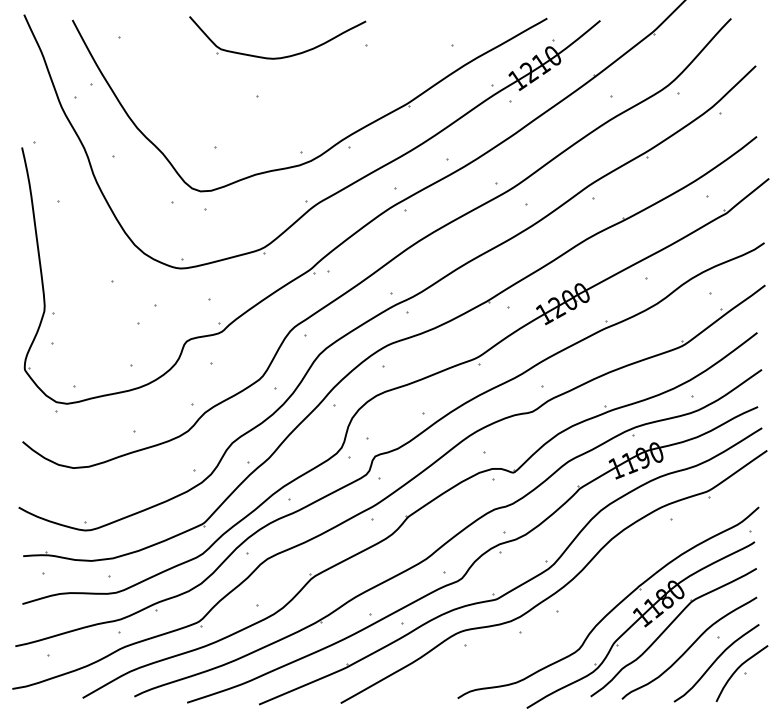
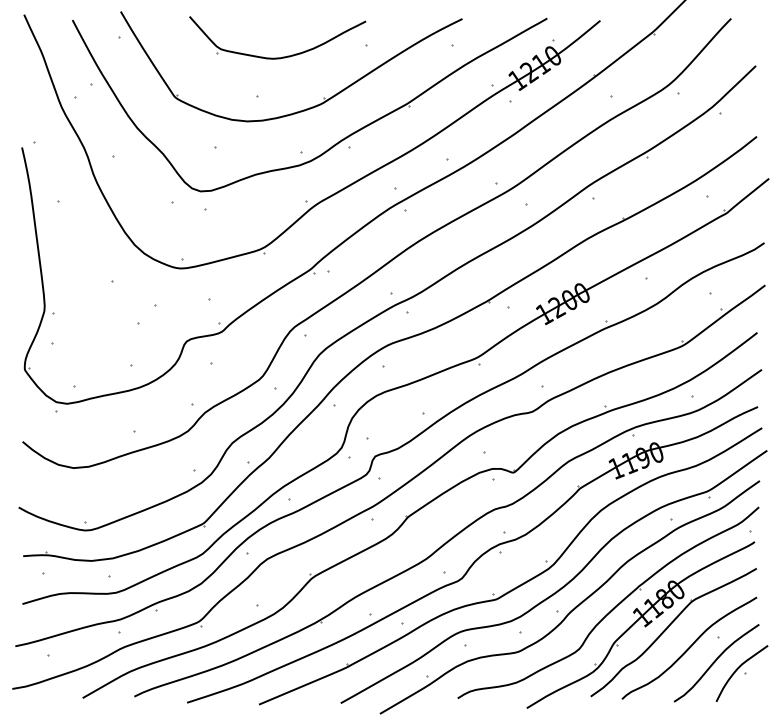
part at (306, 108): none -> present
part at (577, 604): none -> present
